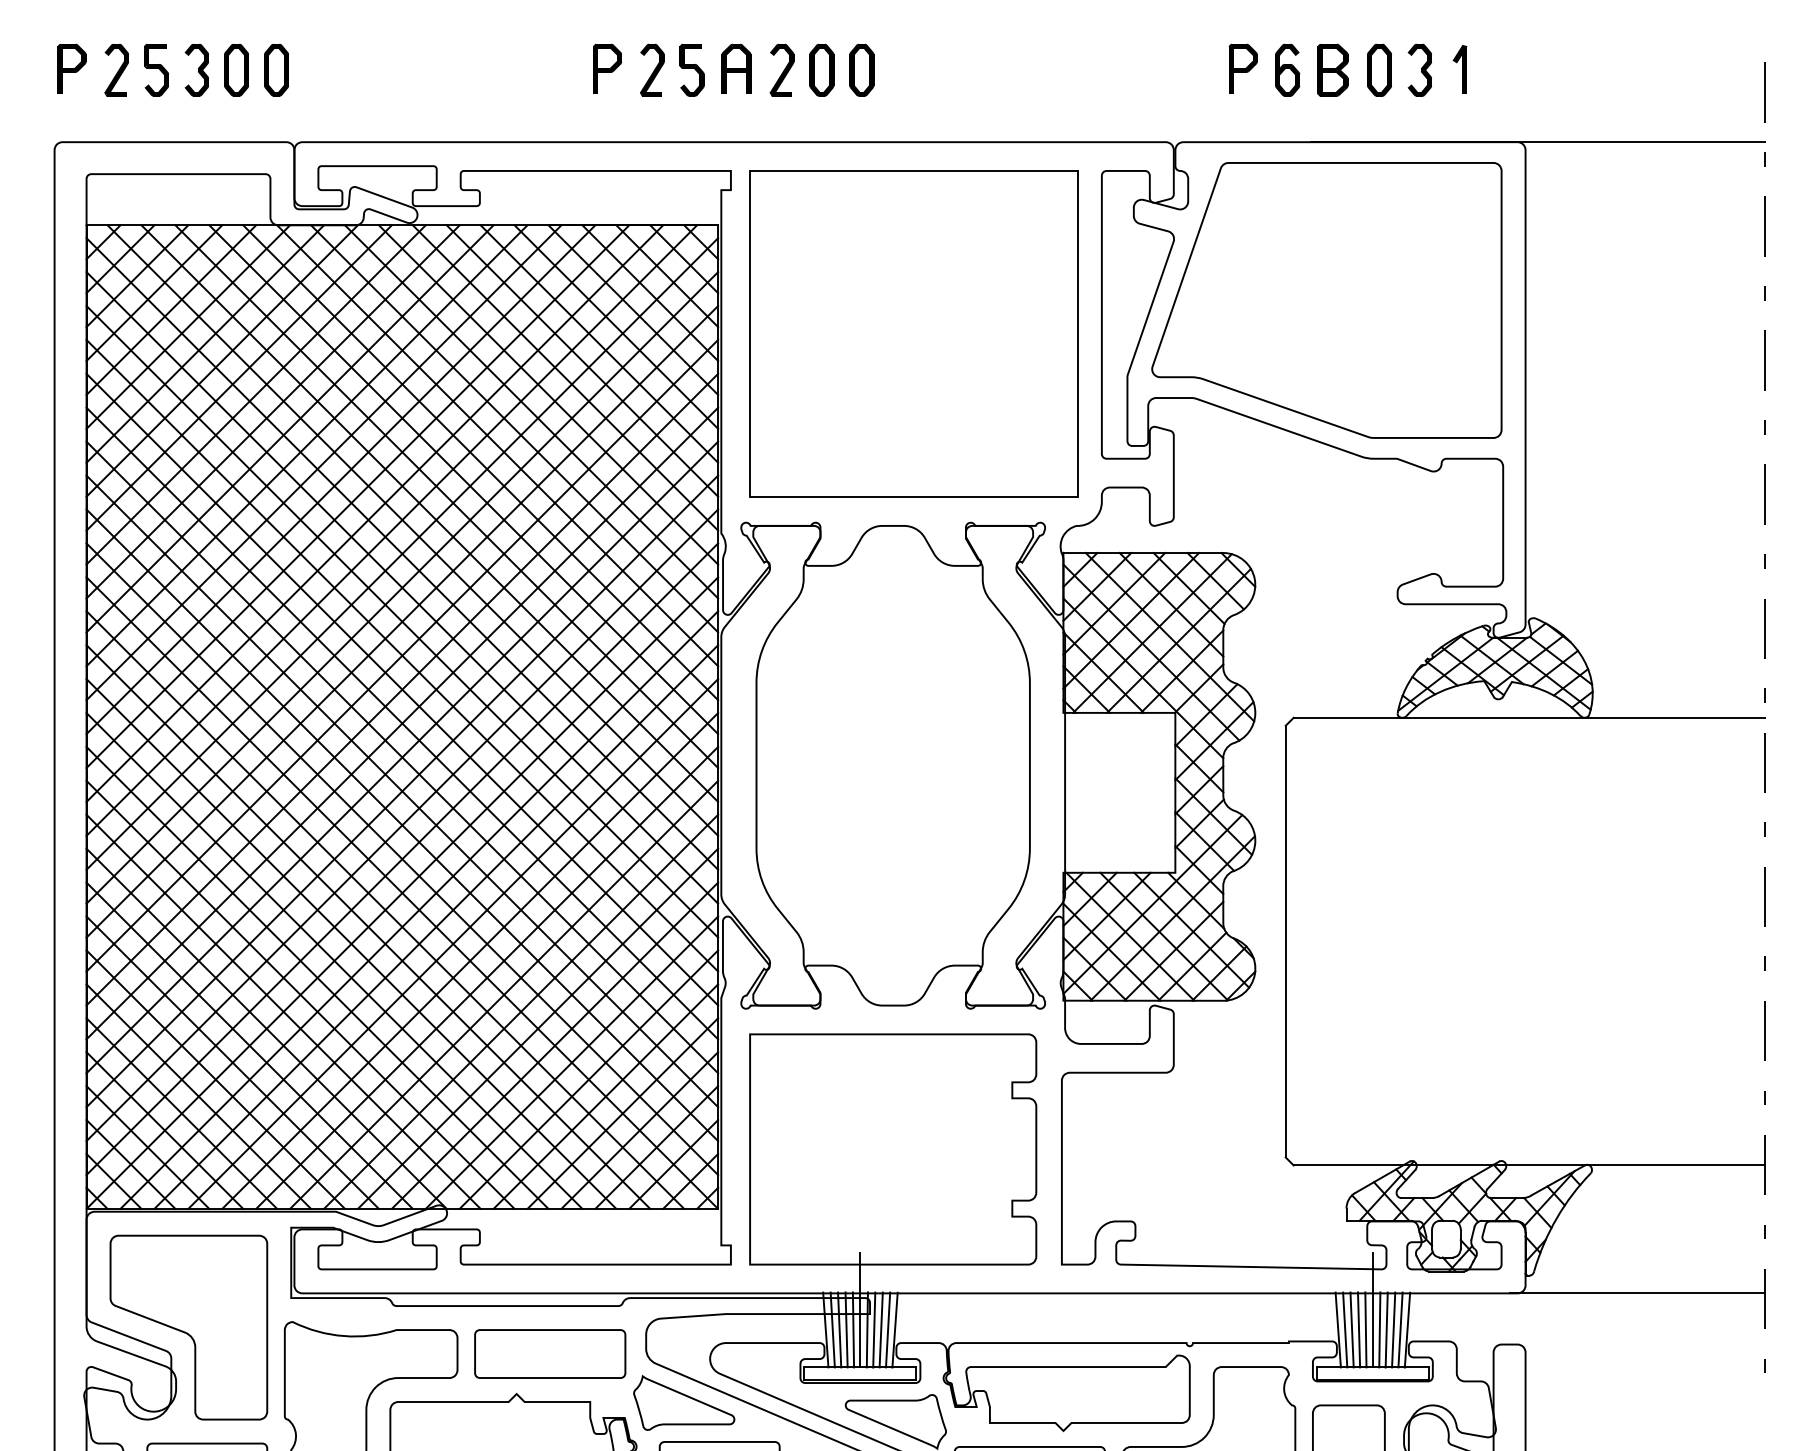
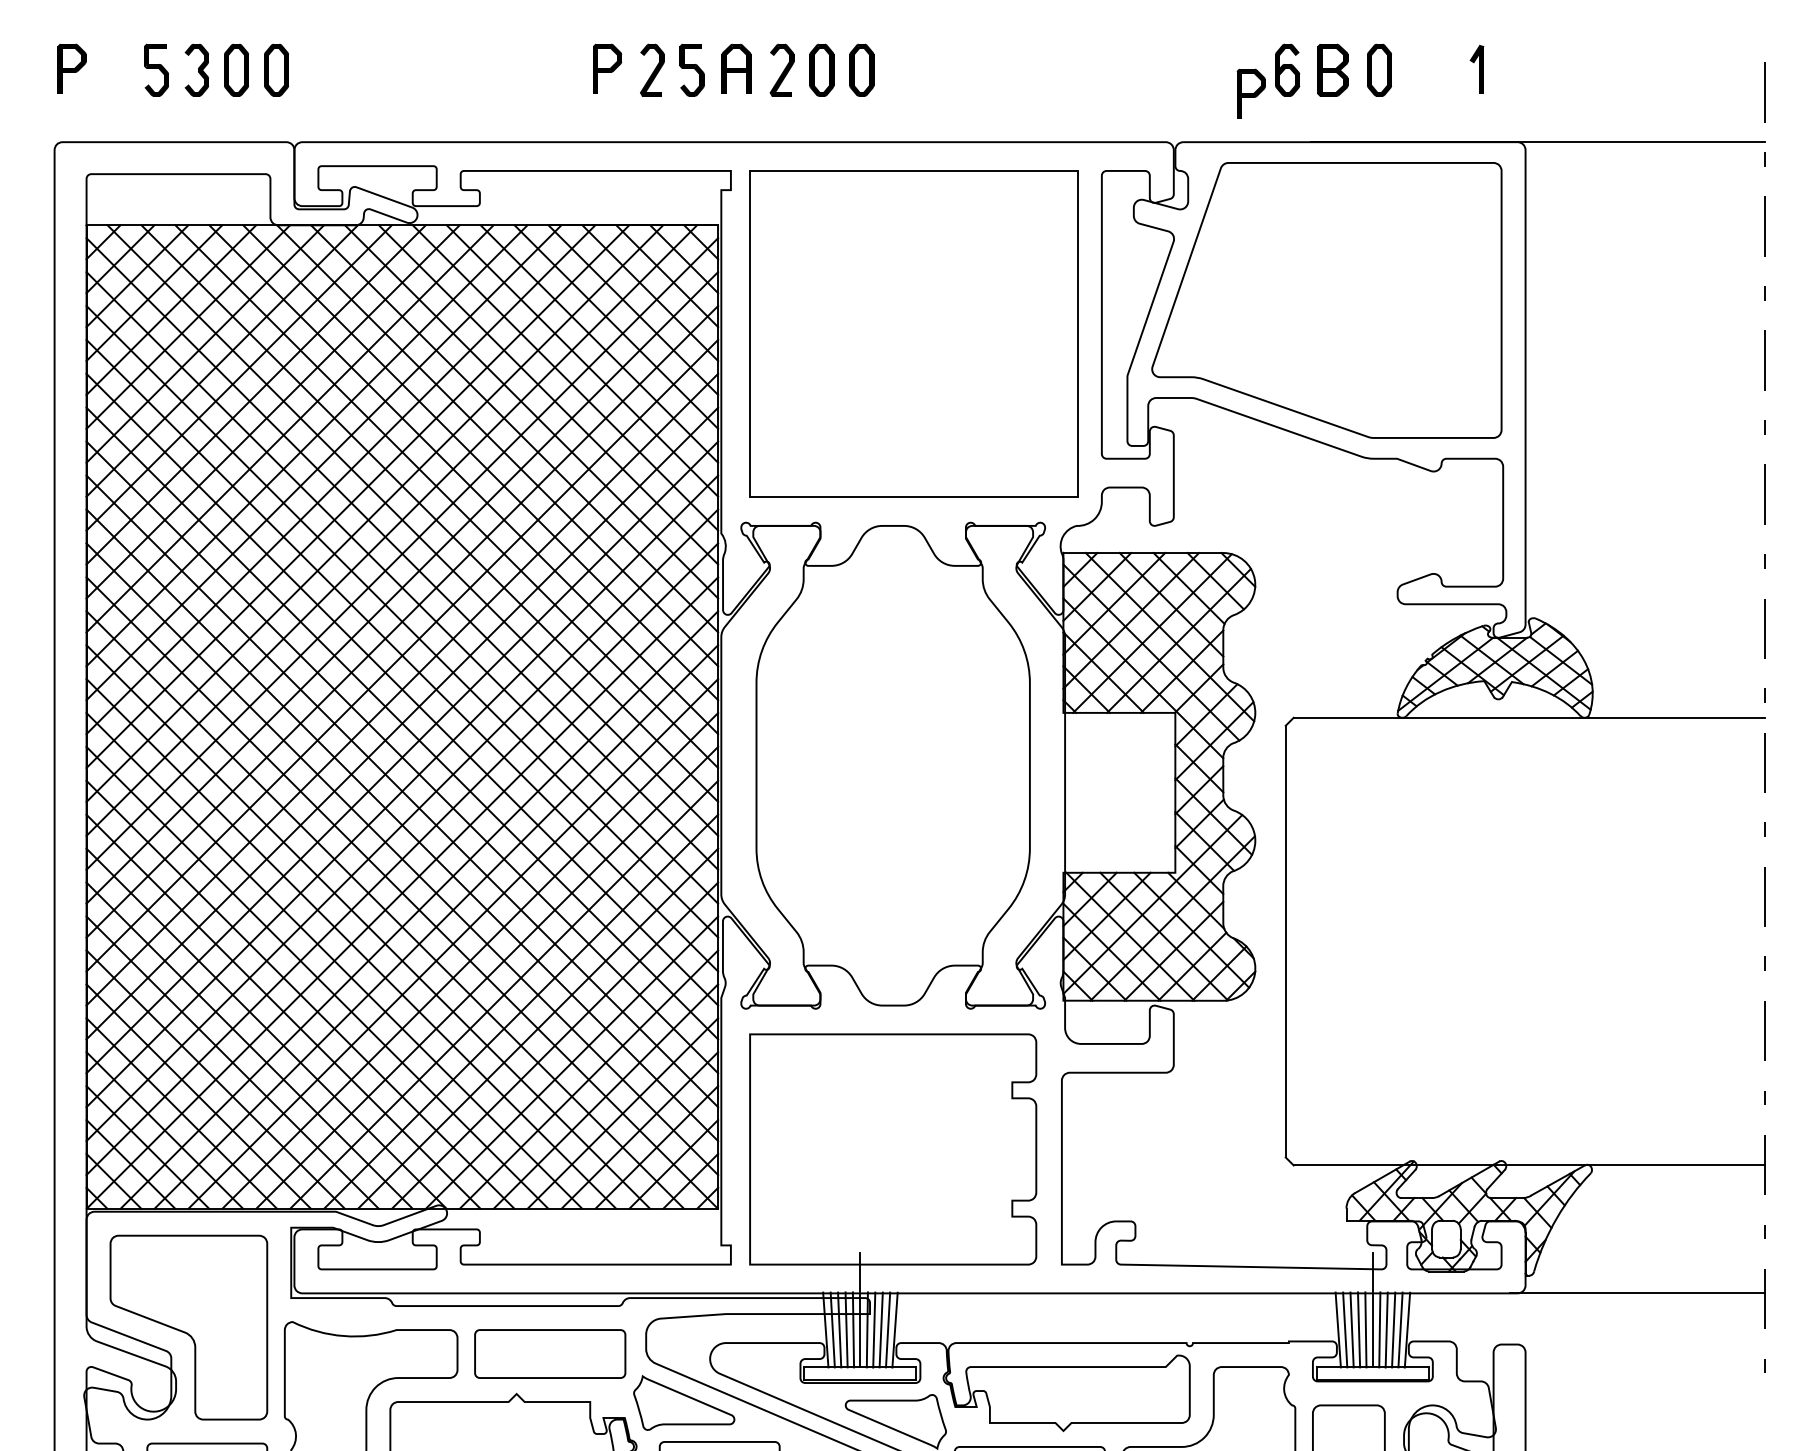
part at (1242, 68) position: (1242, 68) -> (1250, 93)
part at (116, 69): present -> none
part at (1419, 69): present -> none
part at (1459, 69) position: (1459, 69) -> (1476, 69)
